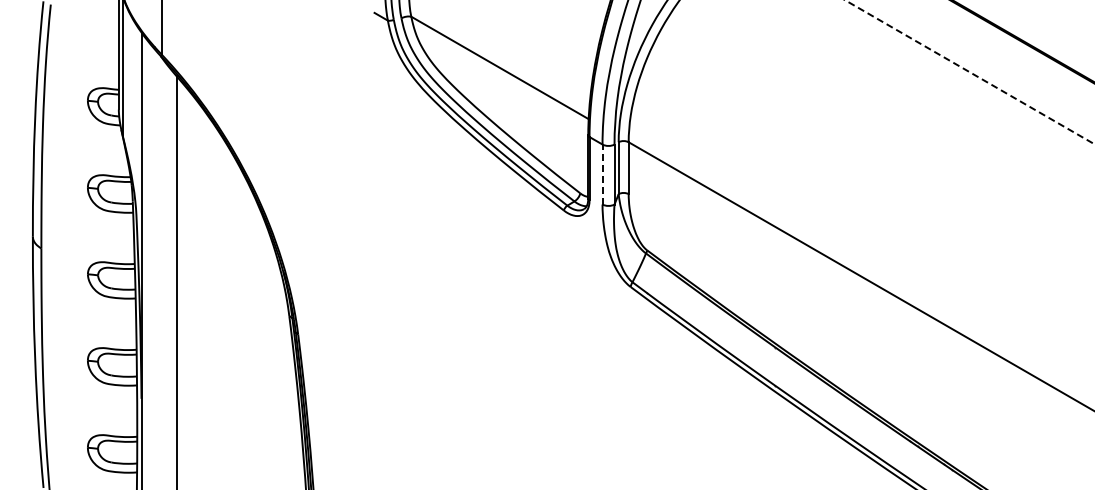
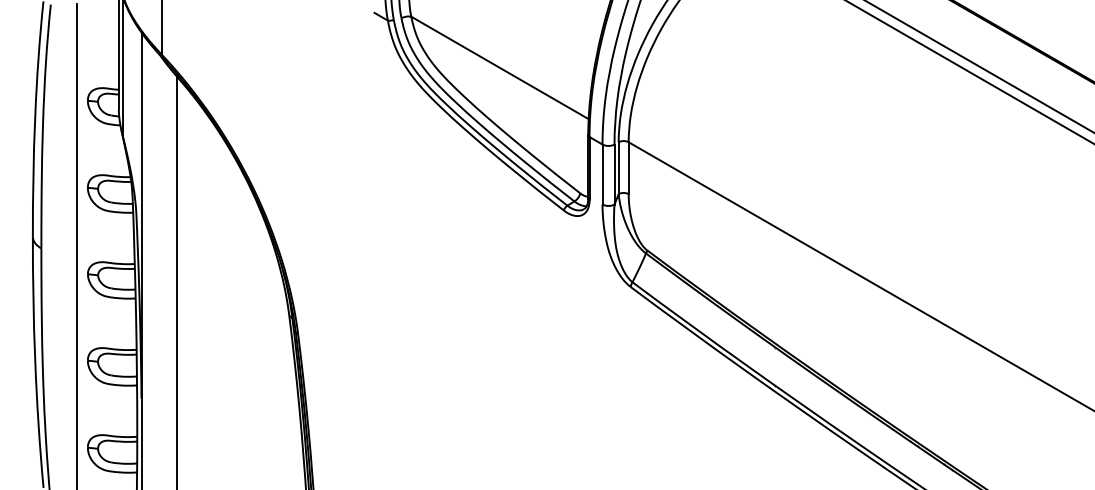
line at (979, 66): none -> present
line at (969, 72): dashed -> solid
line at (602, 174): dashed -> solid
line at (77, 244): none -> present
